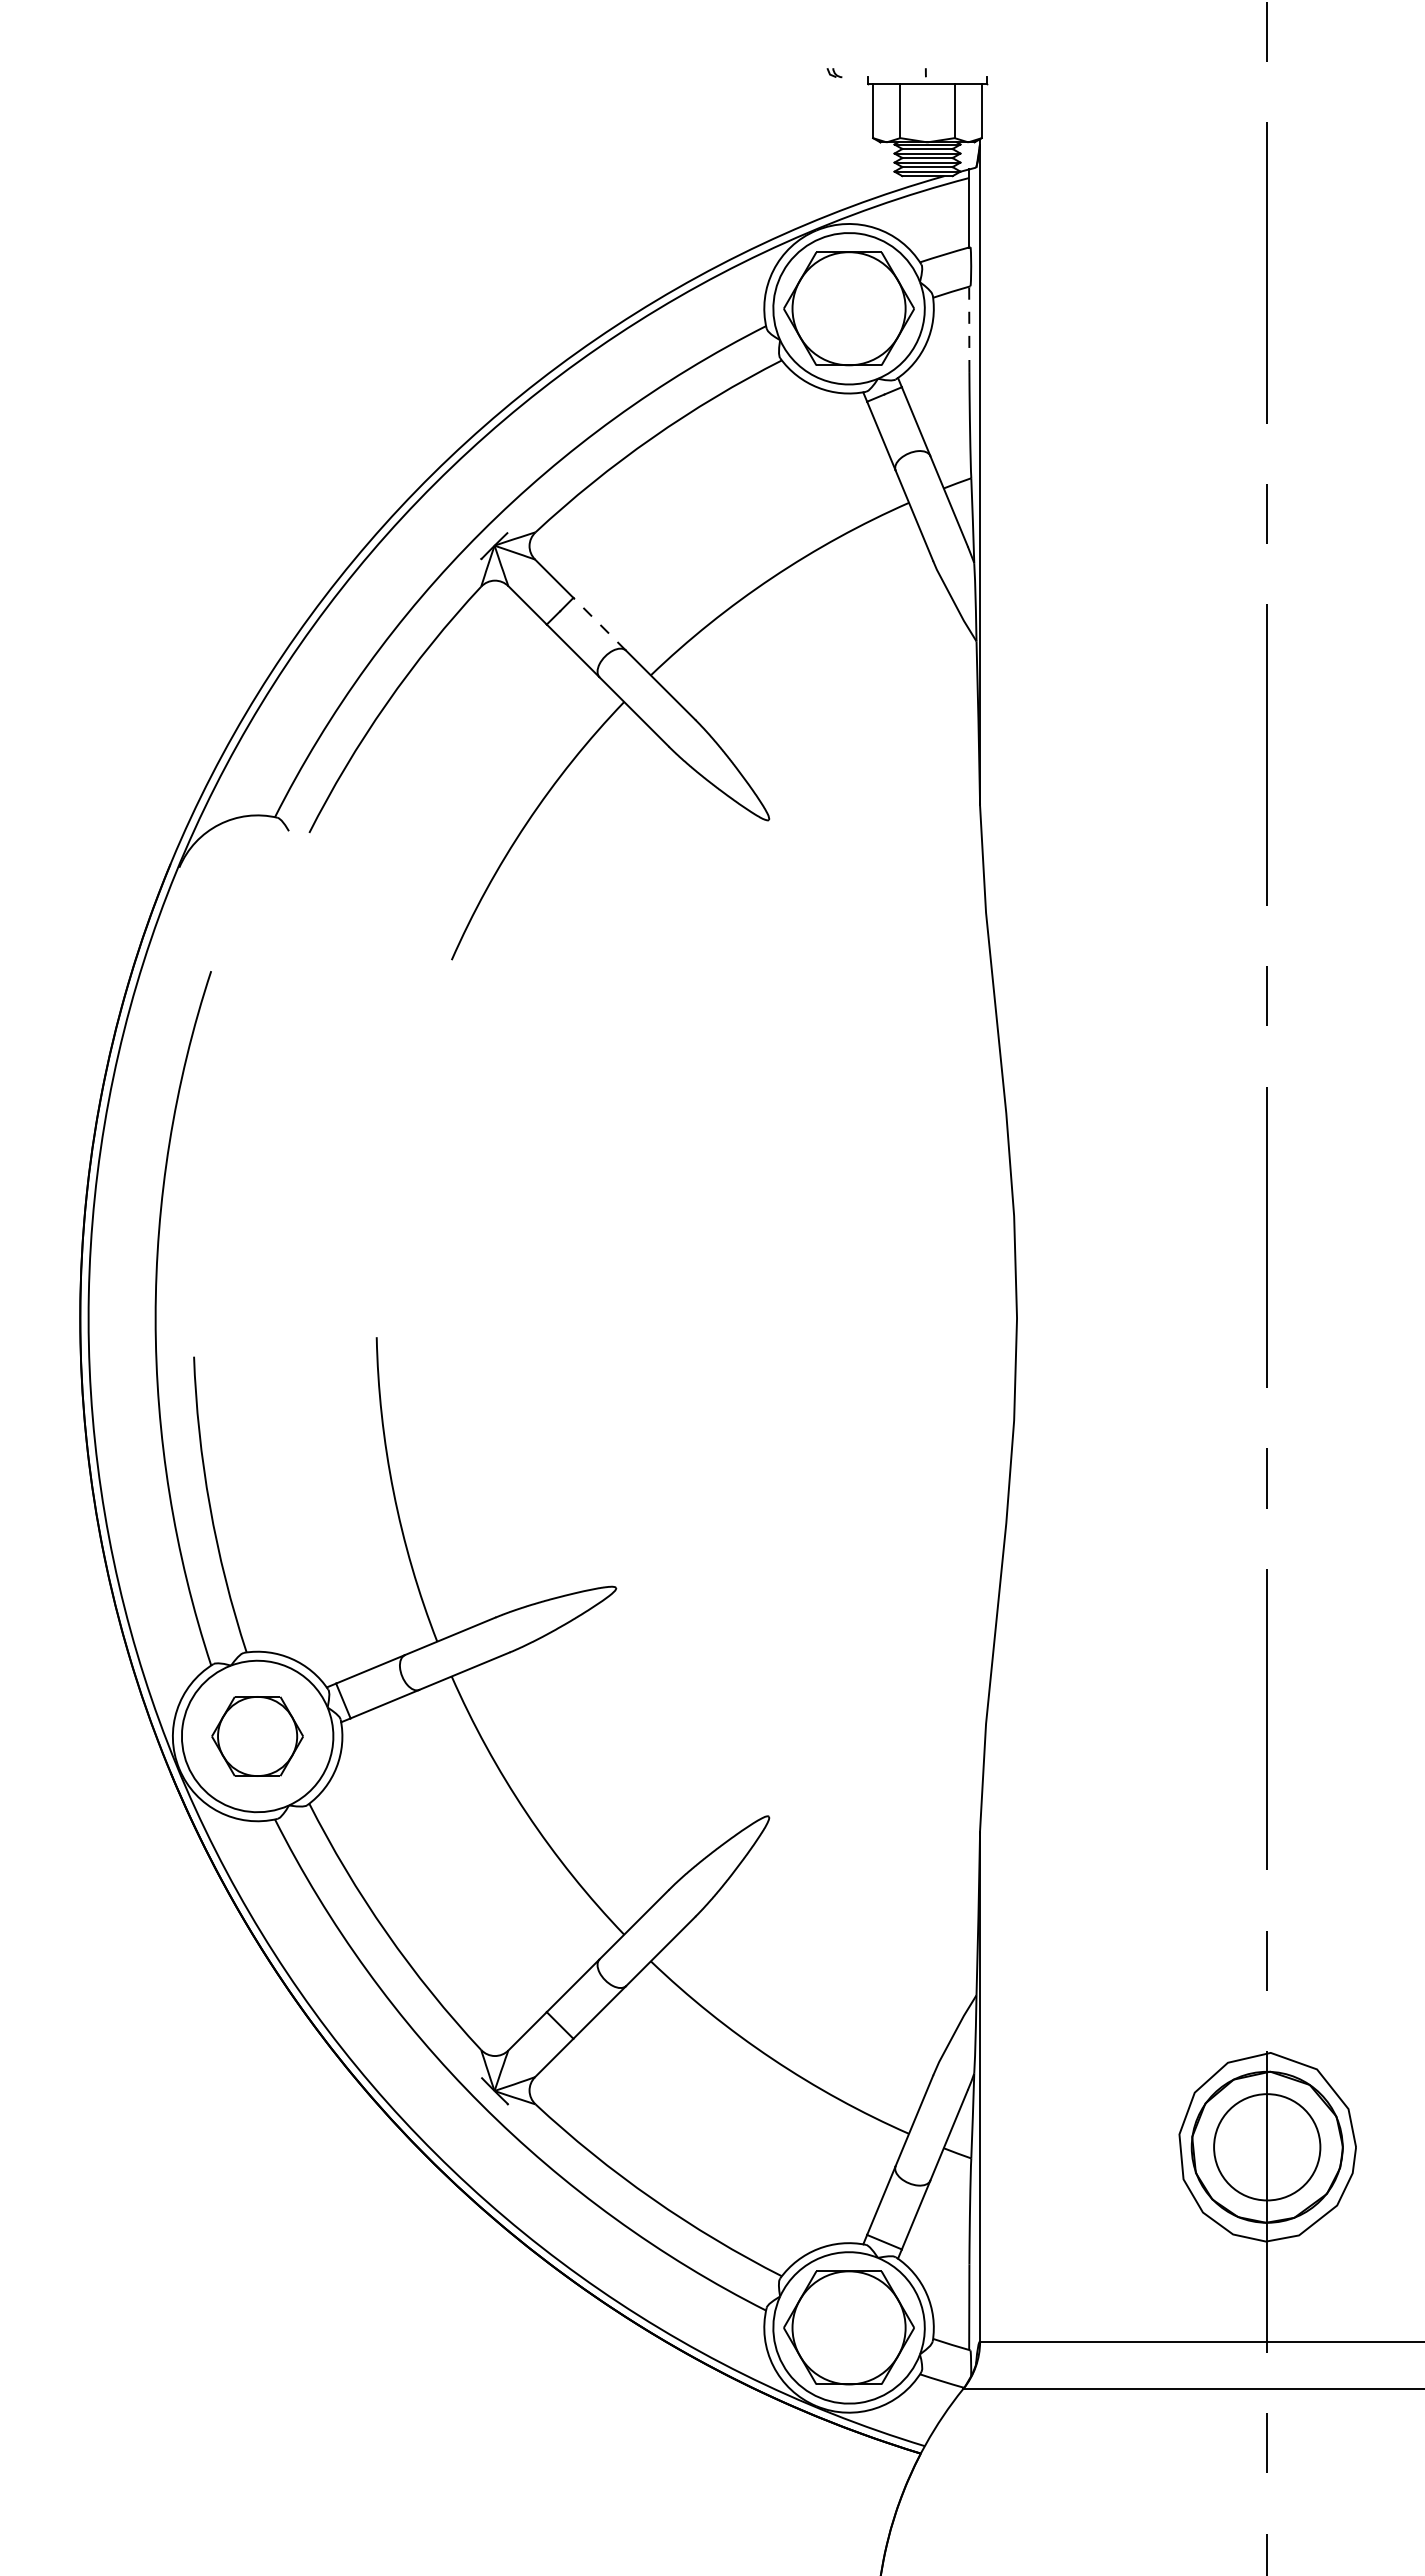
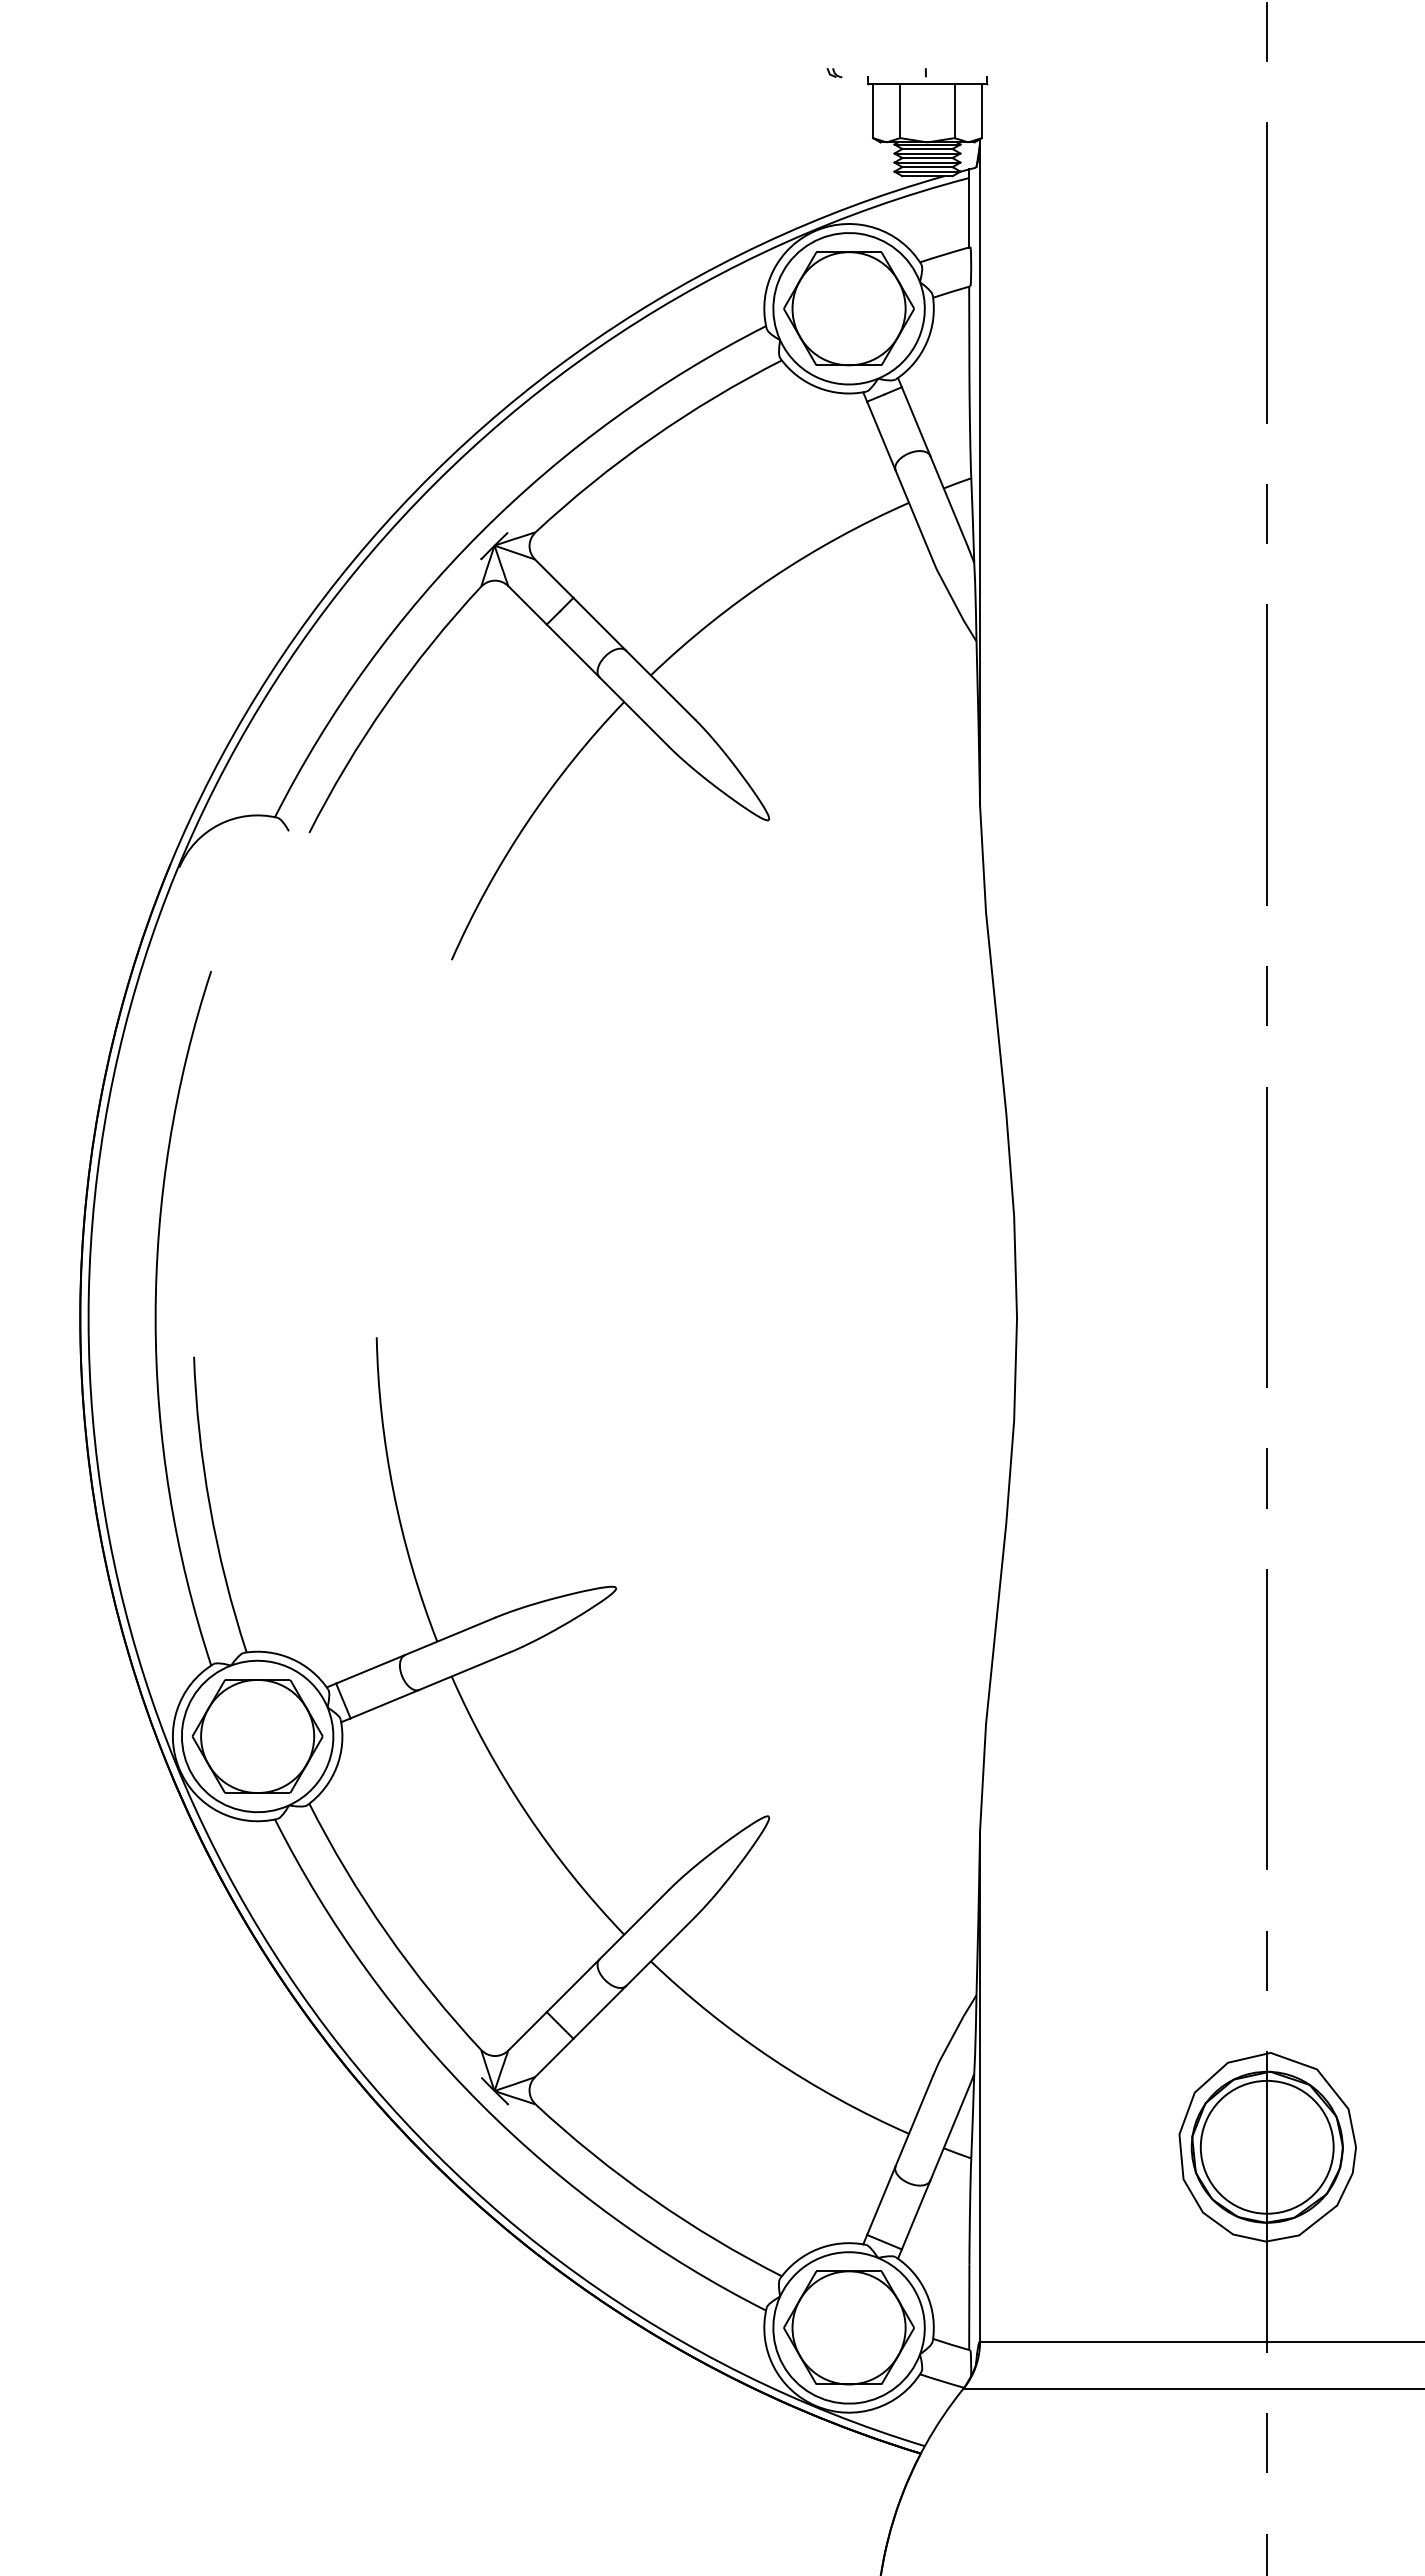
line at (969, 329): dashed -> solid
line at (599, 623): dashed -> solid
part at (257, 1736) size: 93x81 px -> 133x115 px
circle at (1267, 2147) diameter: 106 px -> 133 px
